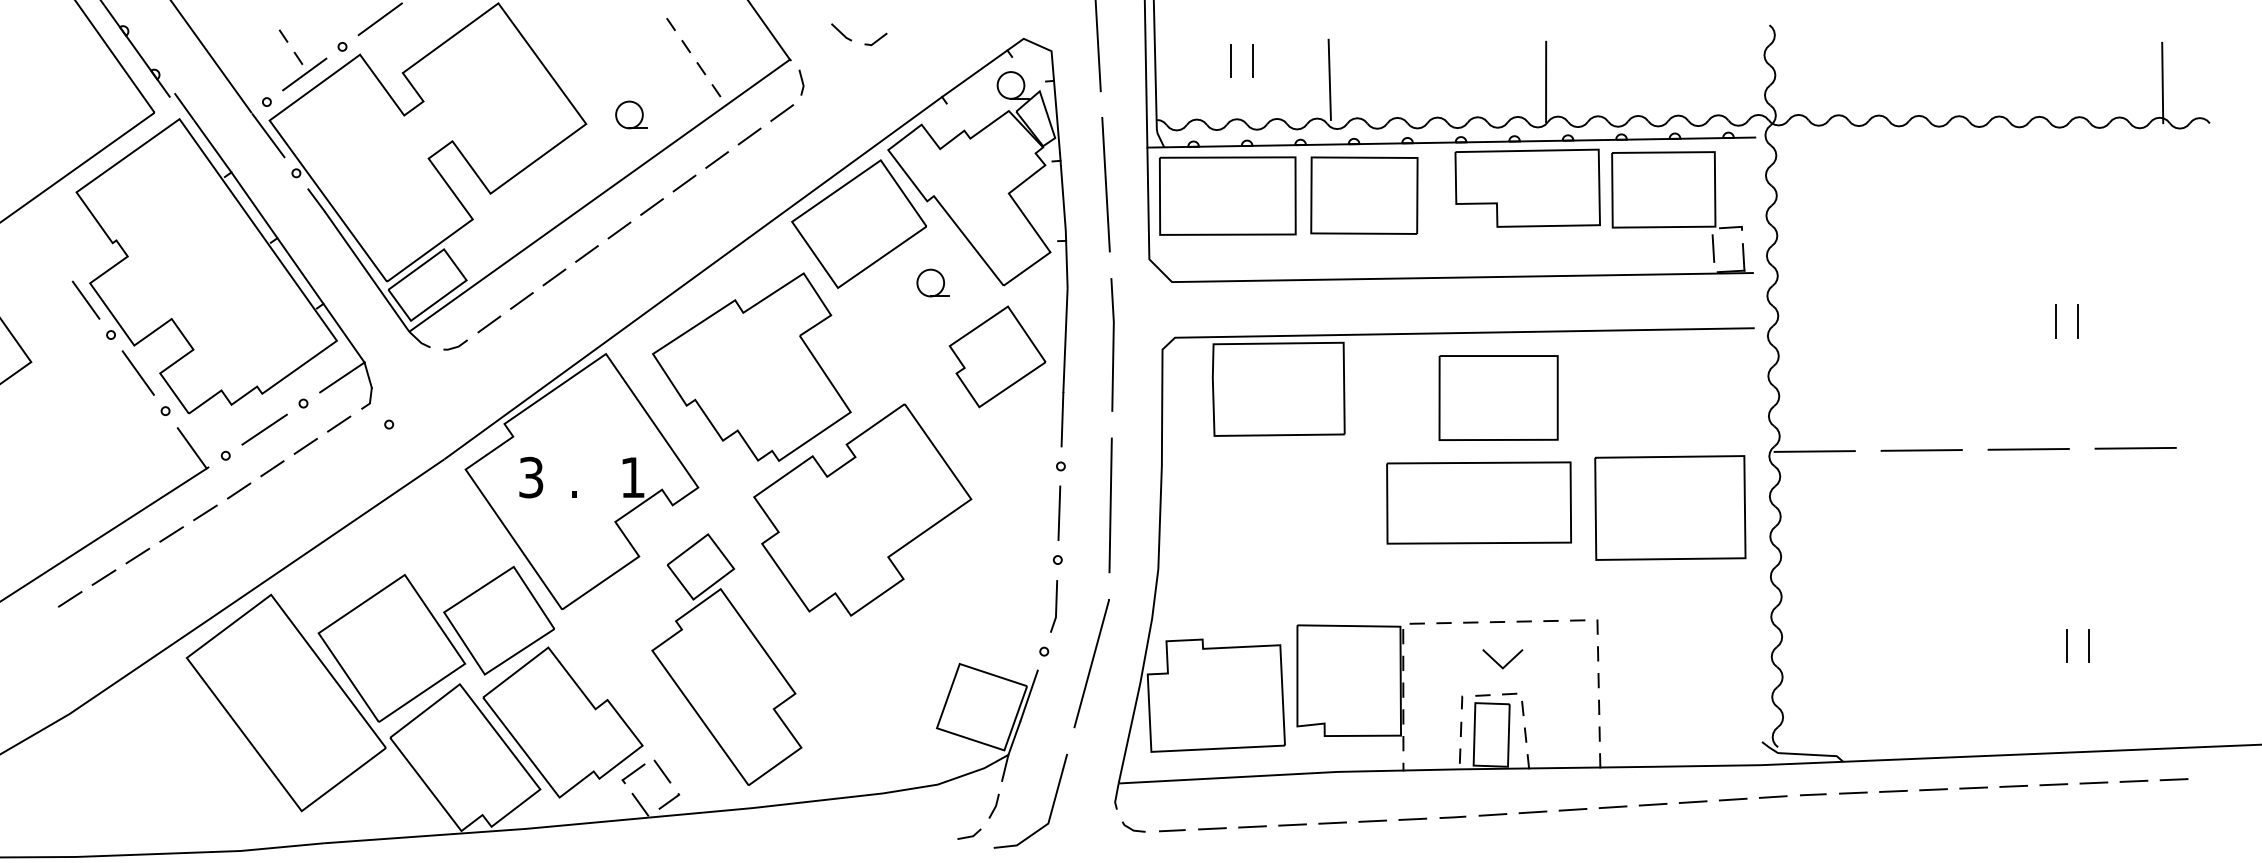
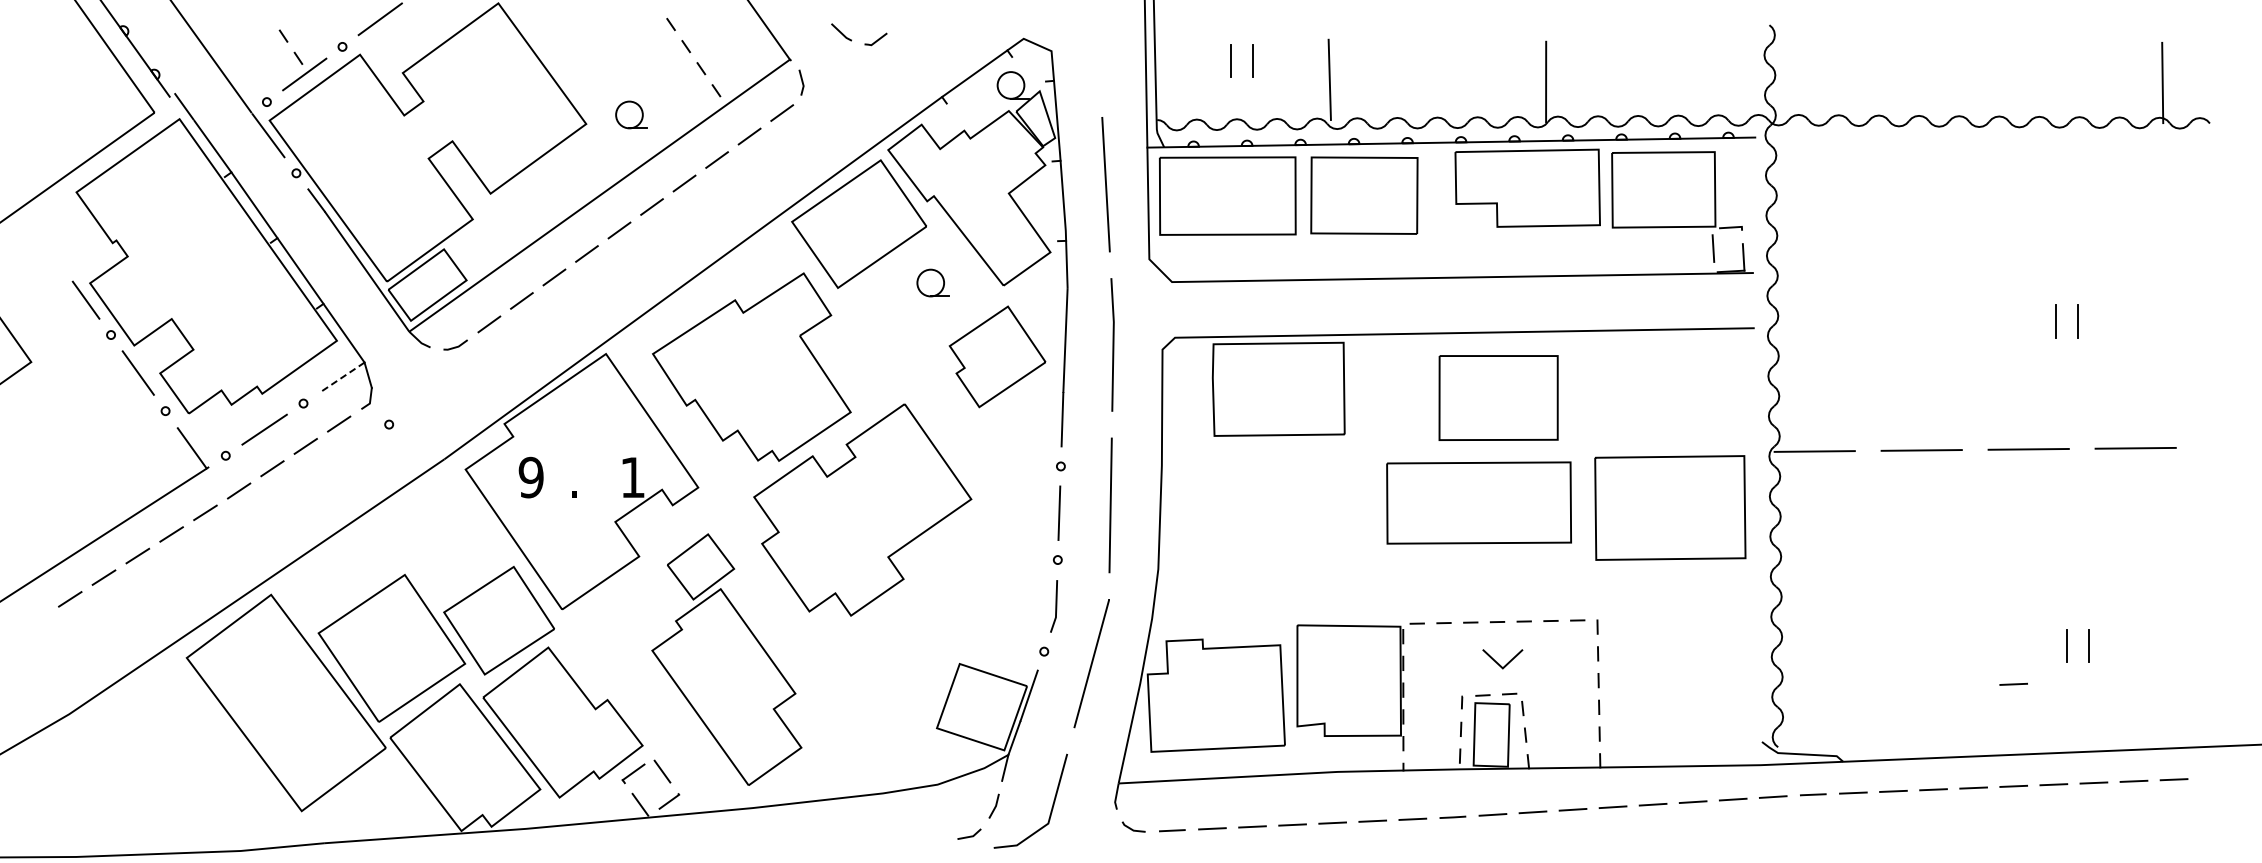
line at (1097, 46): present -> none
line at (342, 377): solid -> dashed
text at (530, 477): 3 -> 9
line at (2013, 683): none -> present
